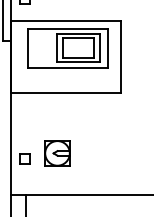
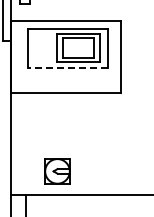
line at (67, 68): solid -> dashed
part at (57, 153) position: (57, 153) -> (57, 171)
part at (24, 158): present -> none
